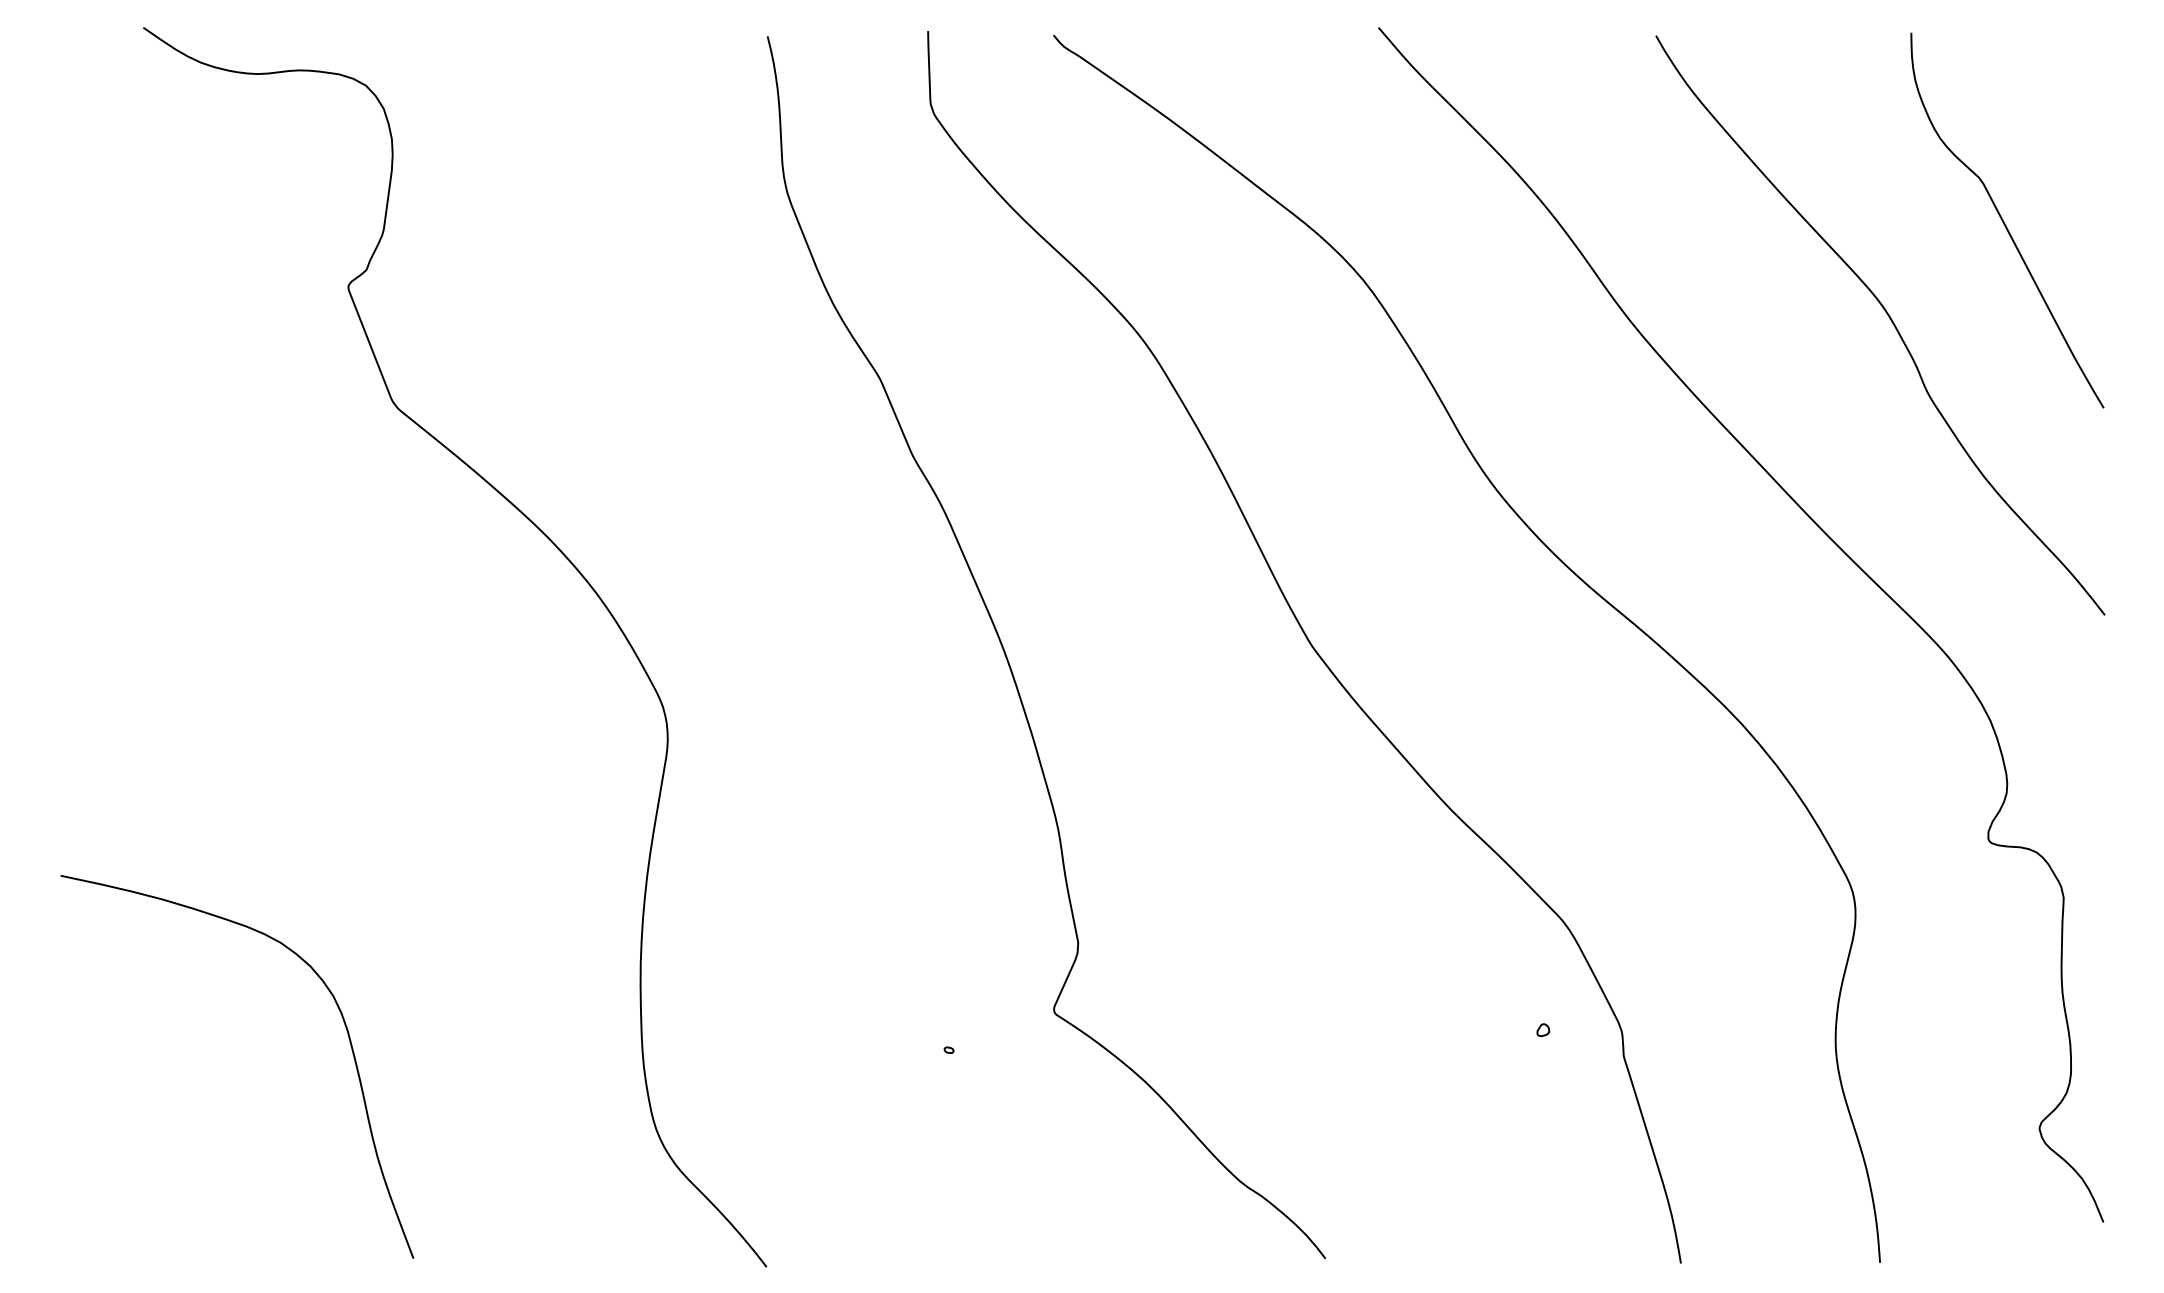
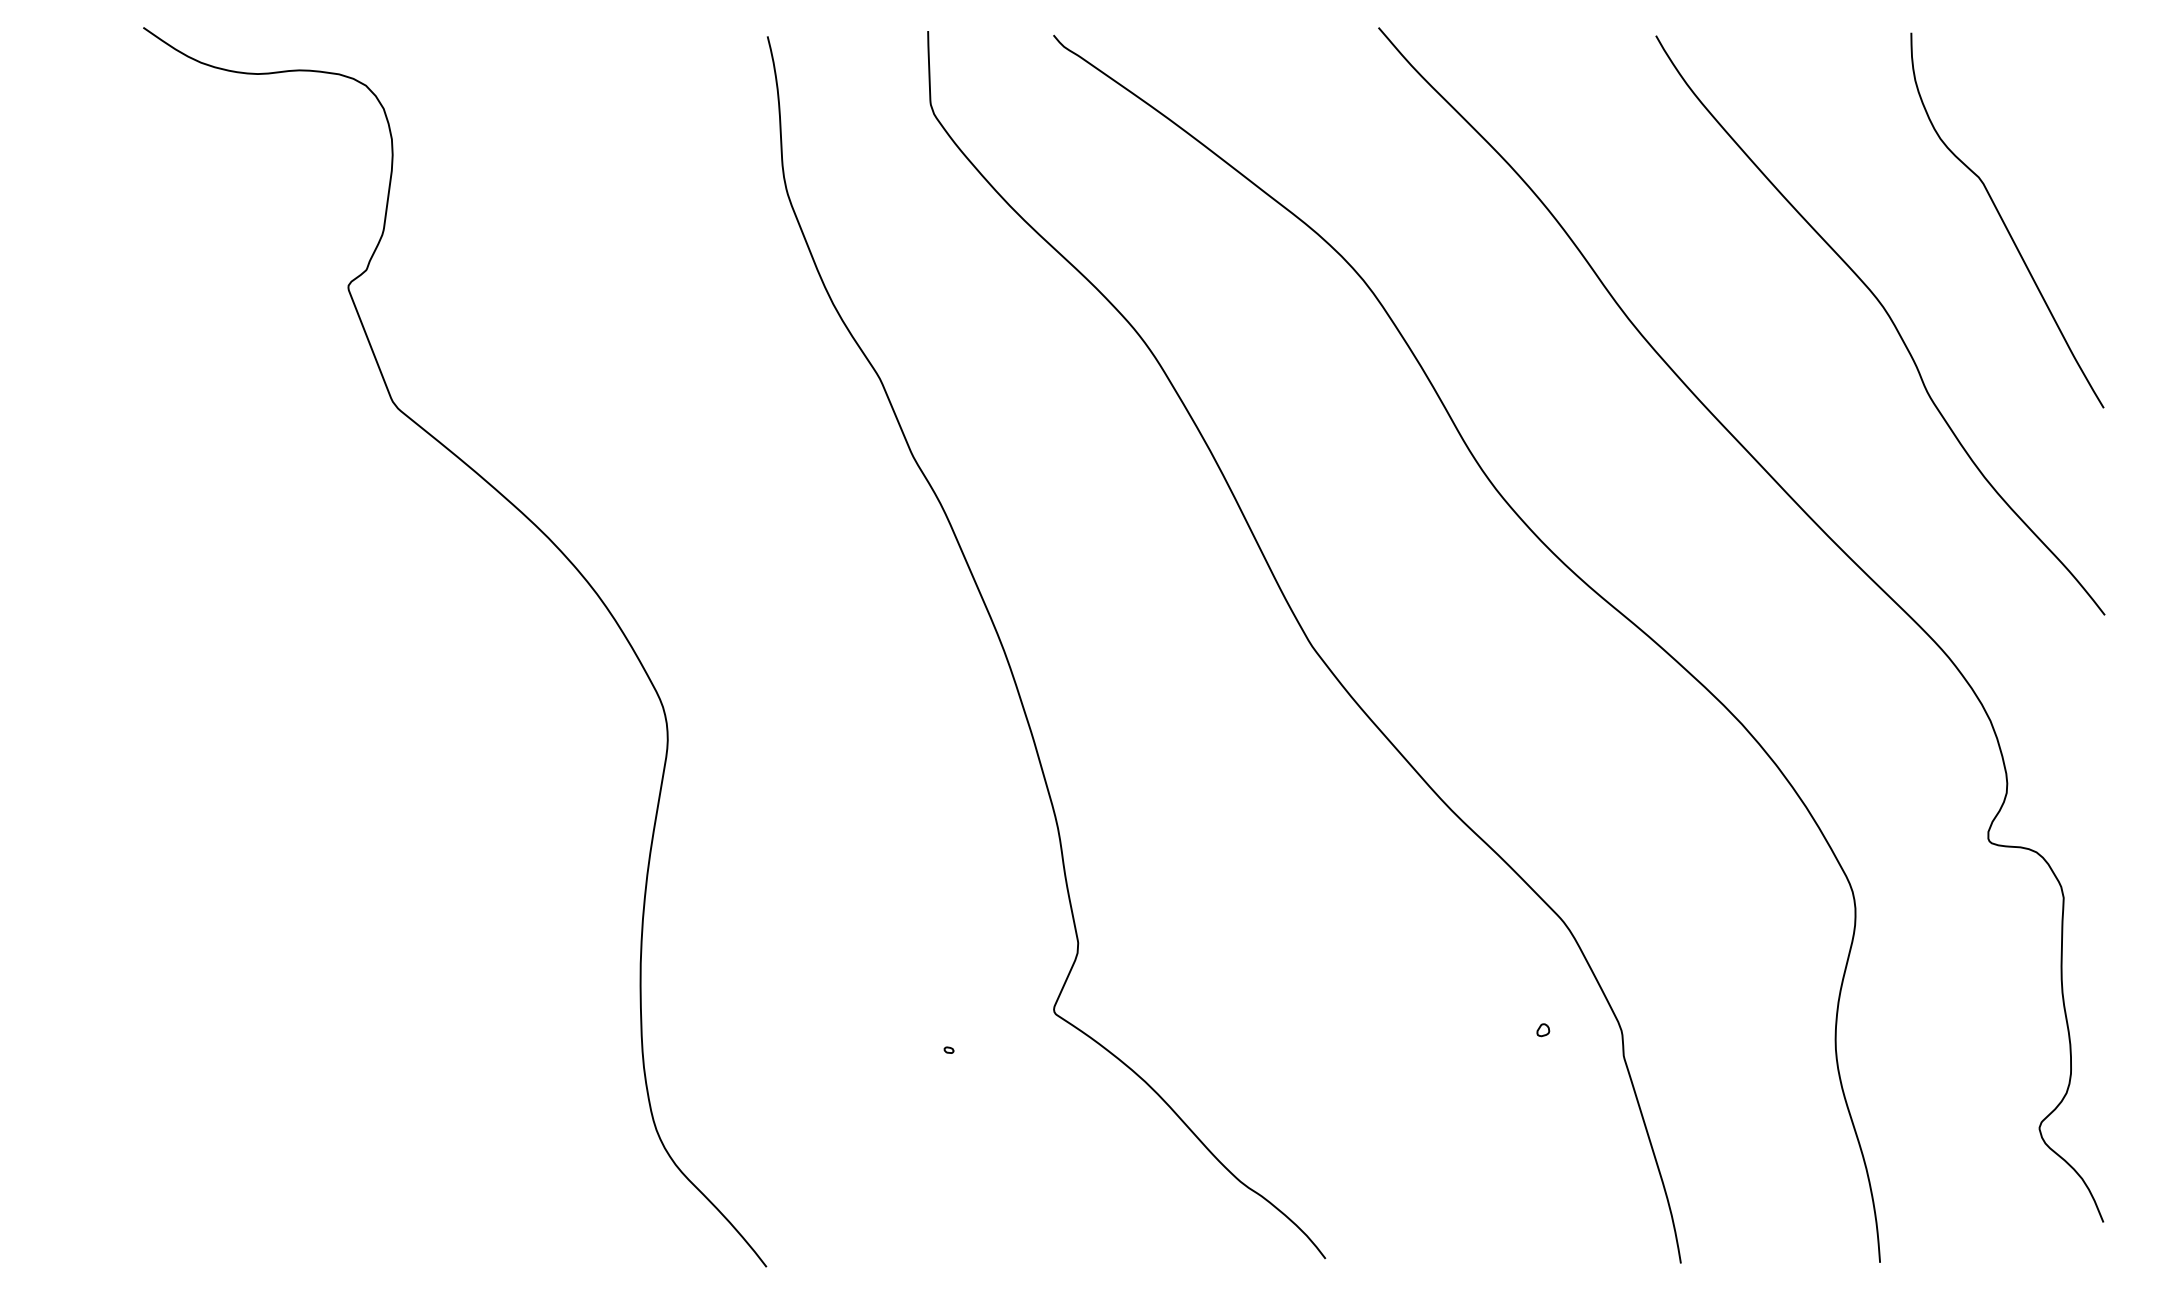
curve at (348, 1038): present -> none
